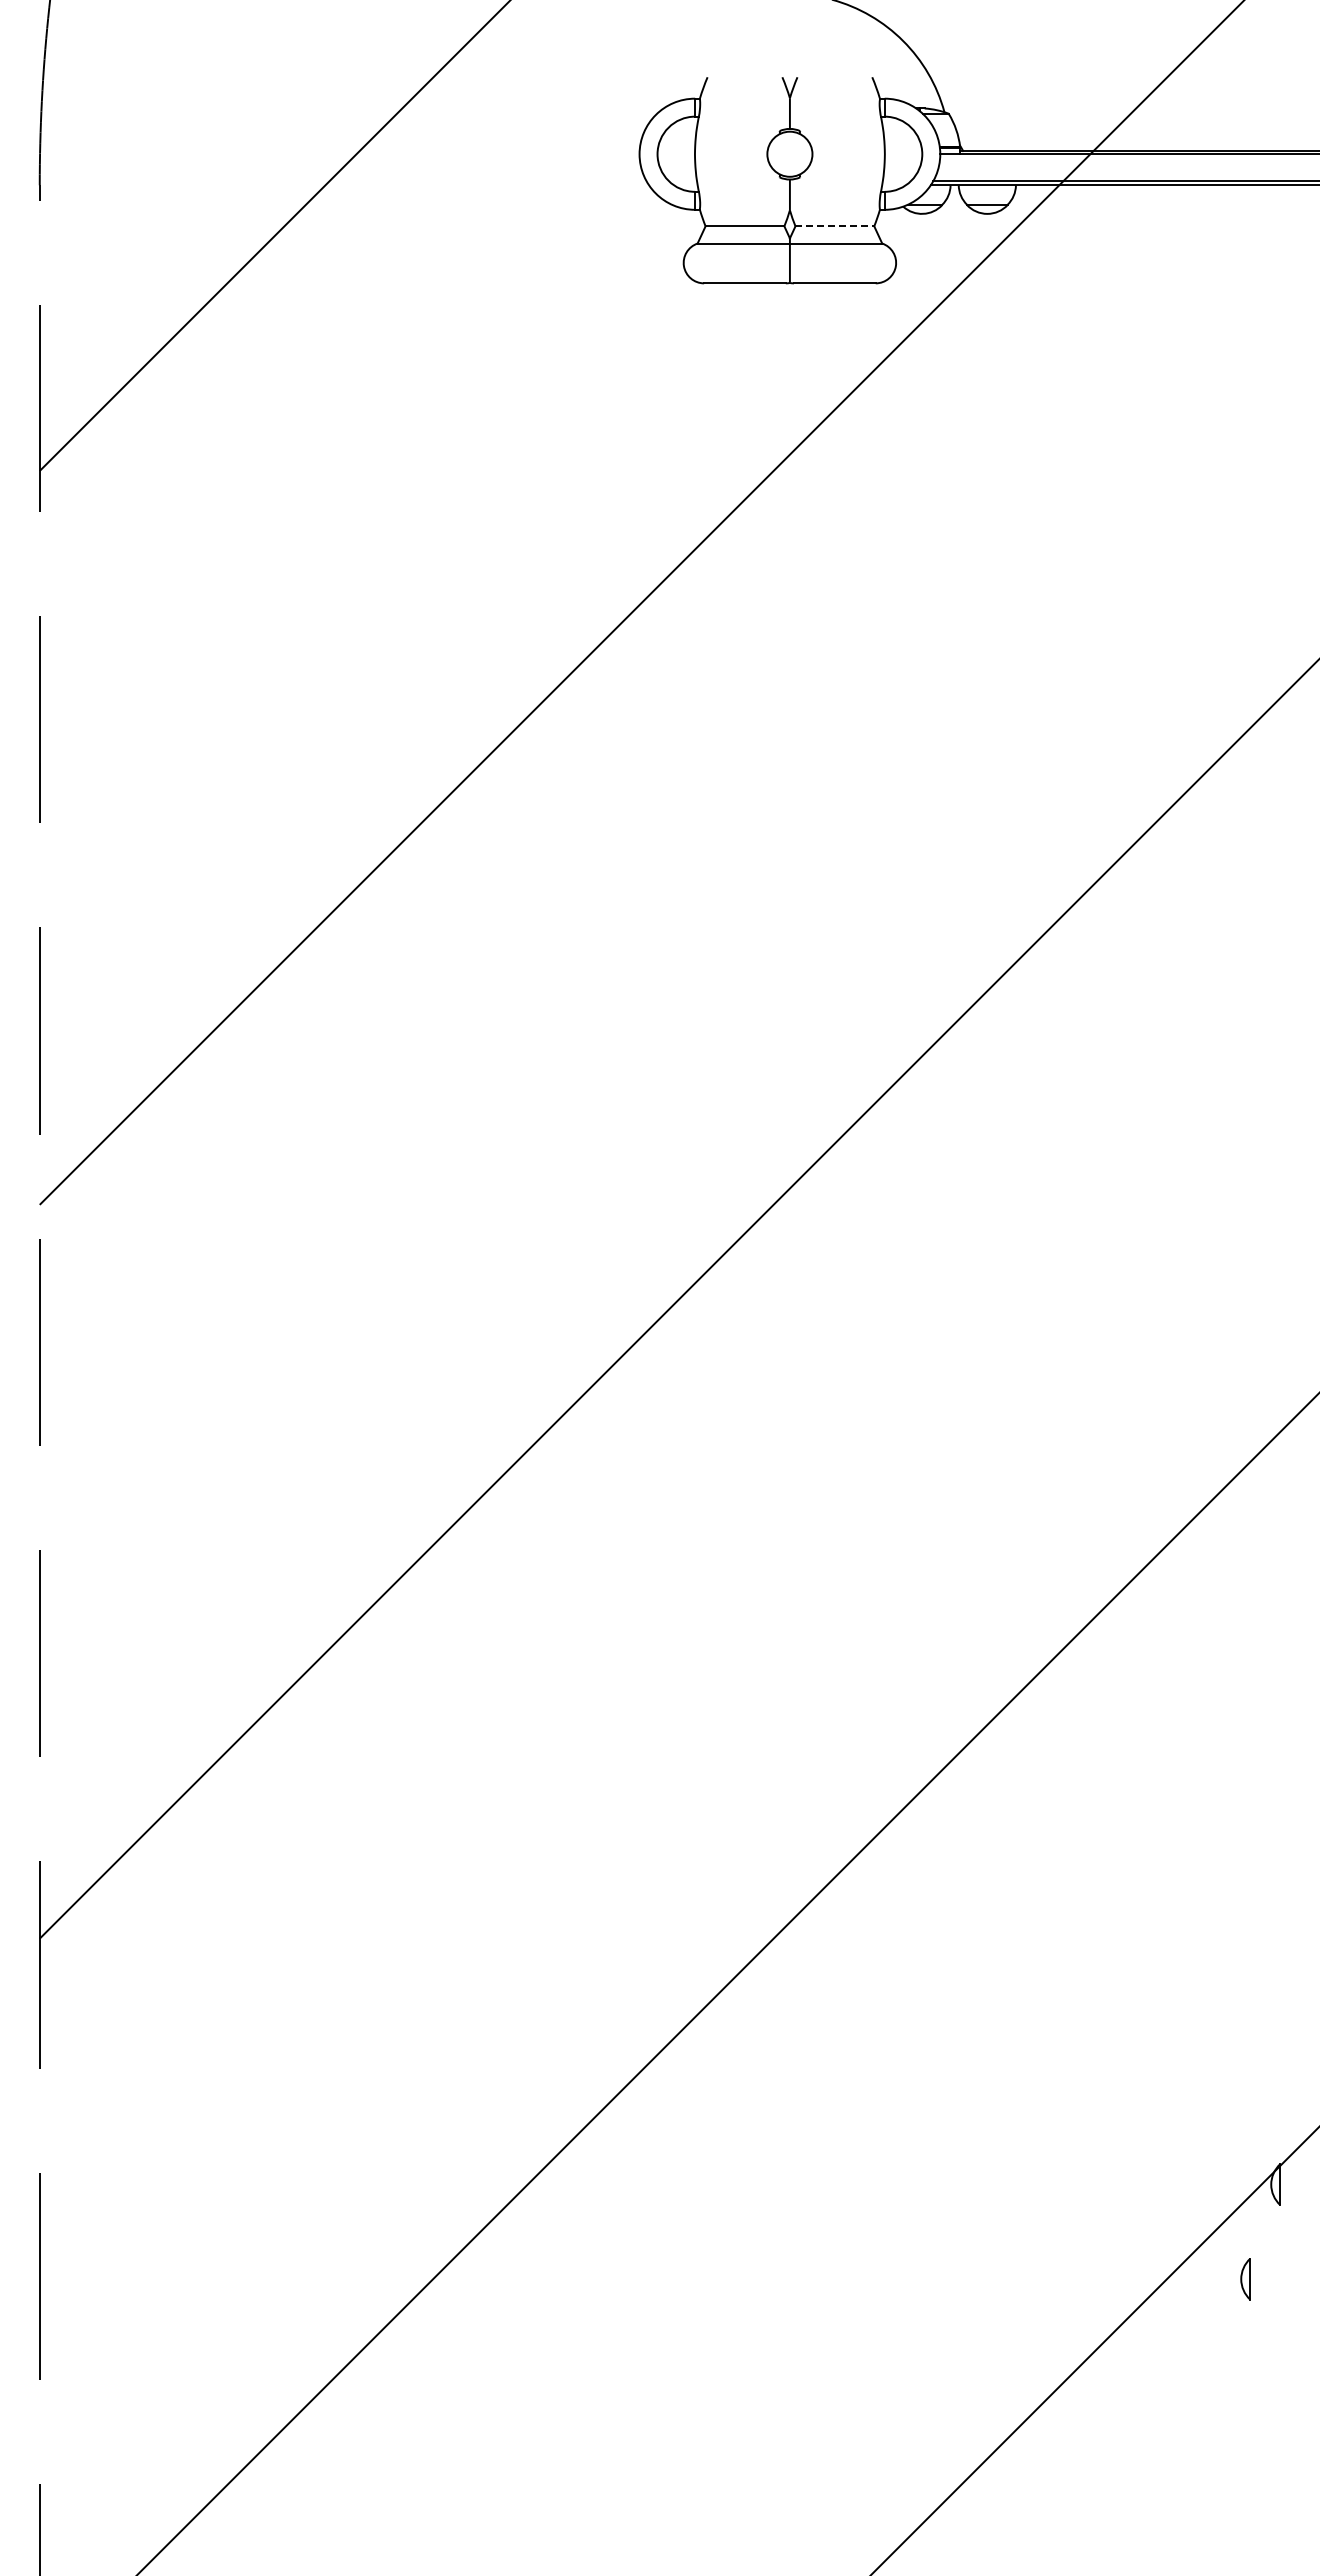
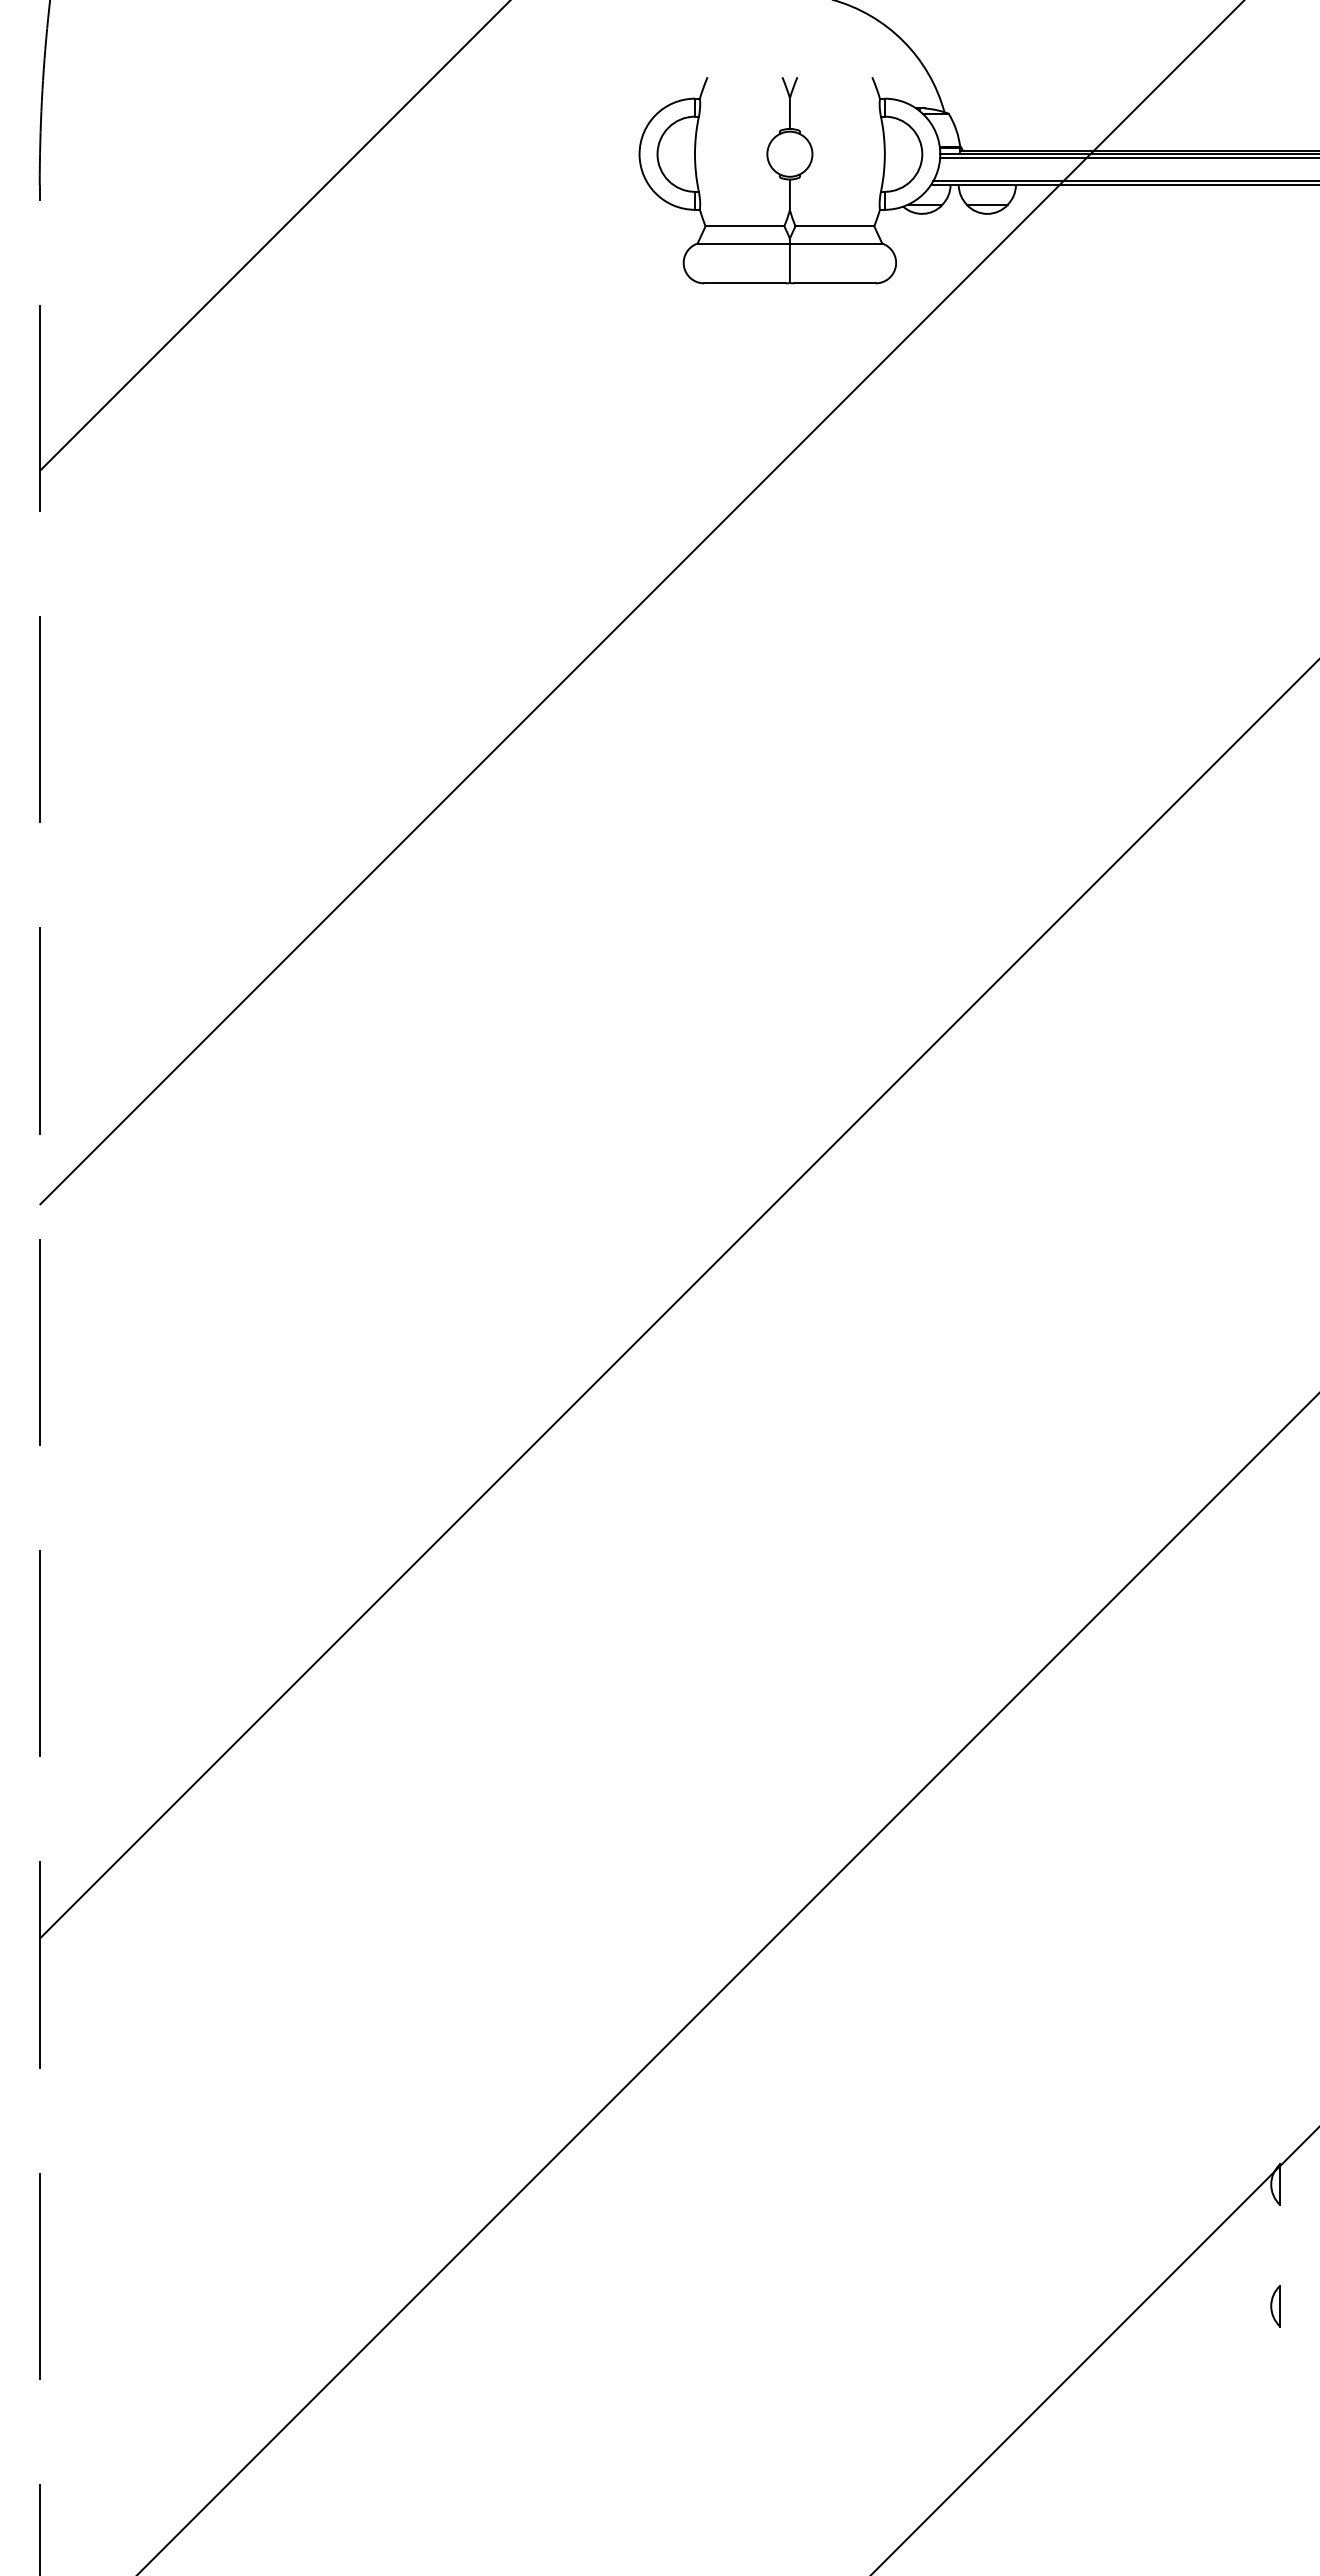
line at (1128, 158): none -> present
line at (835, 226): dashed -> solid
part at (1245, 2279) position: (1245, 2279) -> (1275, 2306)
